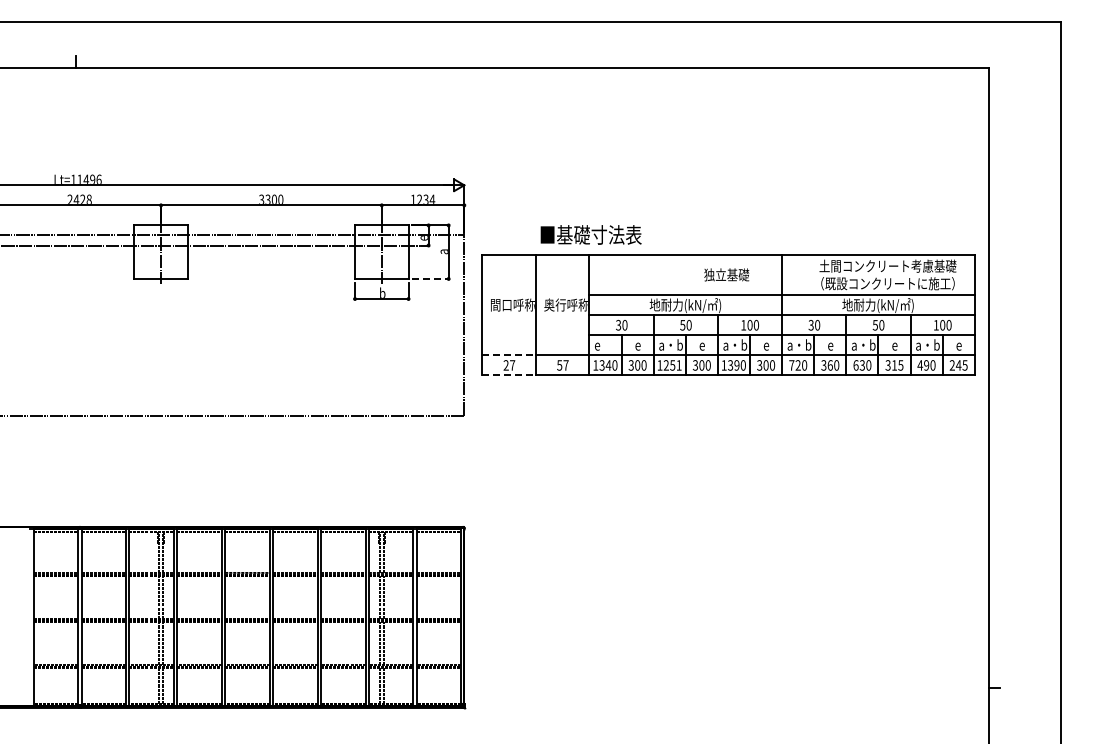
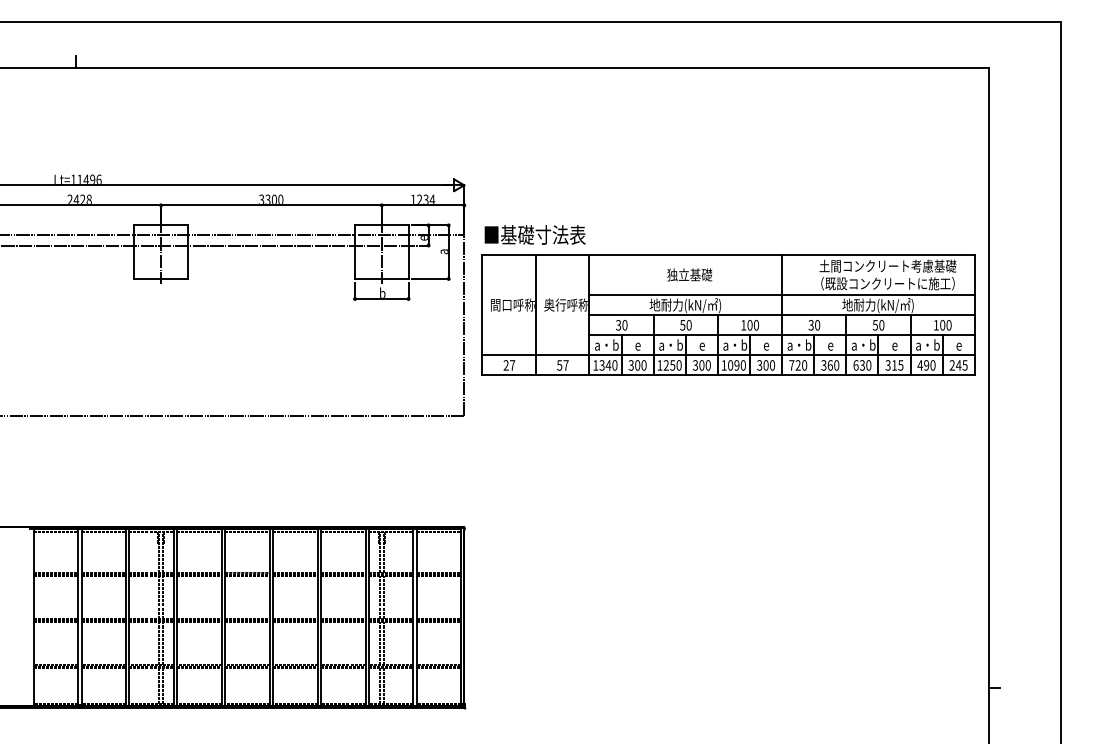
text at (590, 234) position: (590, 234) -> (534, 234)
text at (726, 274) position: (726, 274) -> (689, 274)
line at (430, 278): dashed -> solid
text at (606, 344): e -> a・b
line at (509, 355): dashed -> solid
text at (678, 365): 1251 -> 1250
text at (730, 365): 1390 -> 1090
line at (509, 375): dashed -> solid
